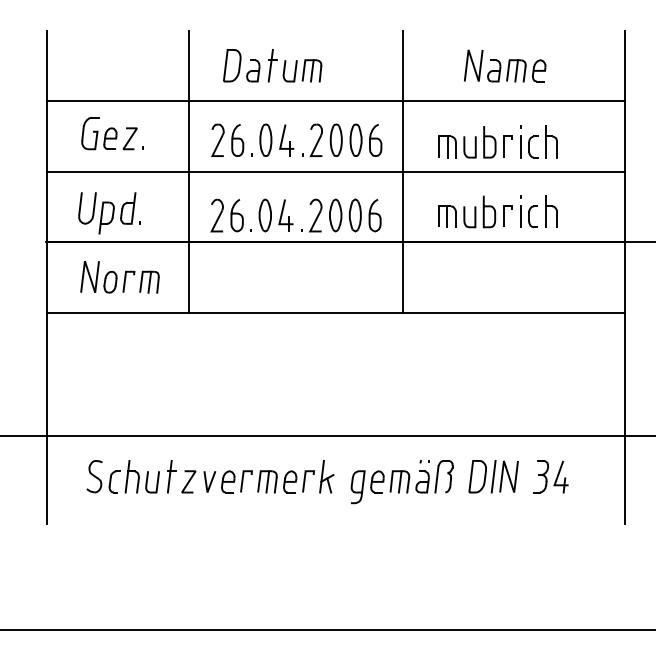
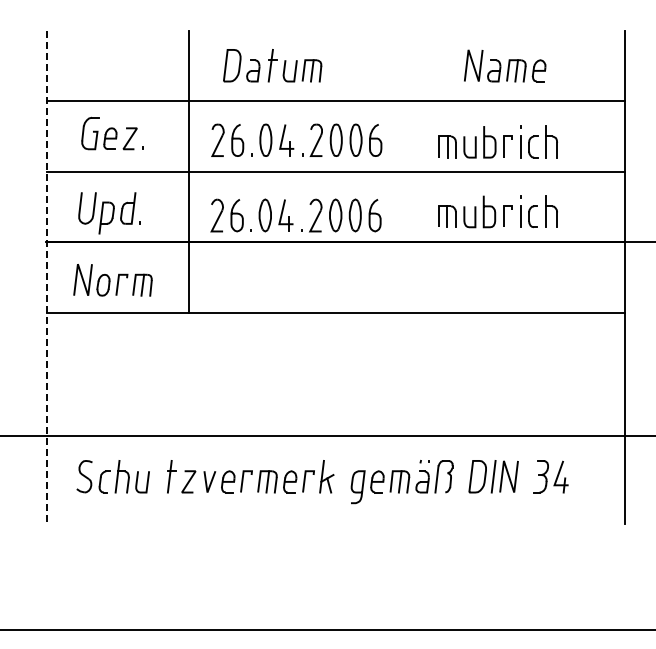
line at (403, 171): present -> none
line at (46, 277): solid -> dashed
part at (119, 277) position: (119, 277) -> (112, 280)
part at (122, 476) position: (122, 476) -> (112, 476)
